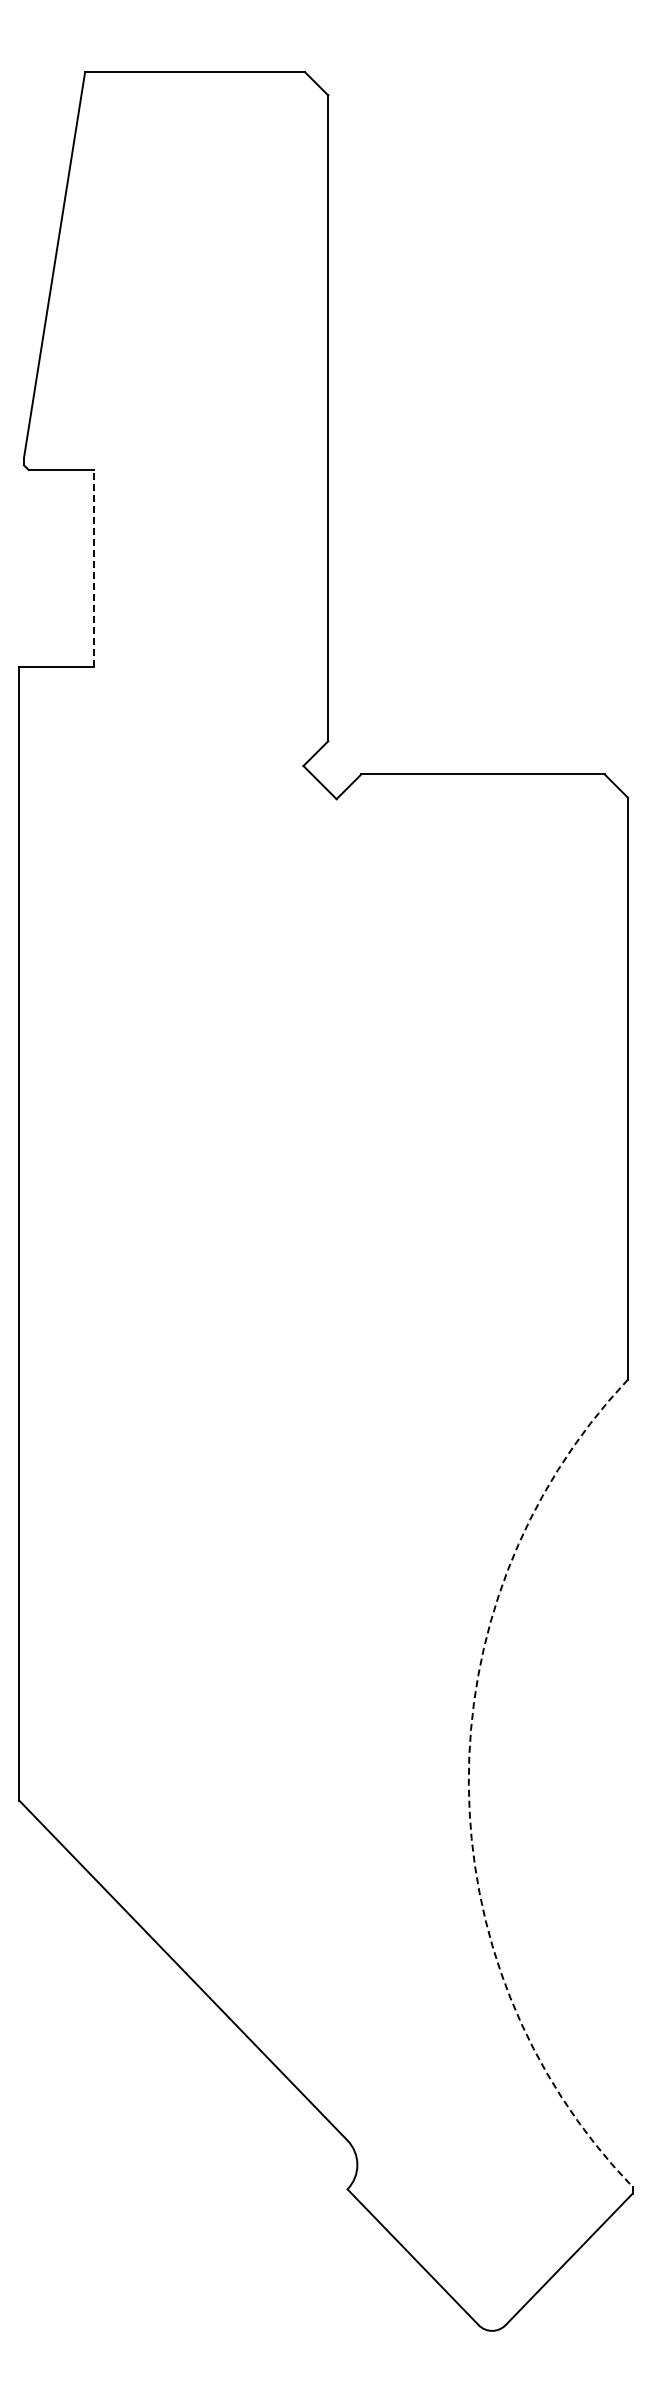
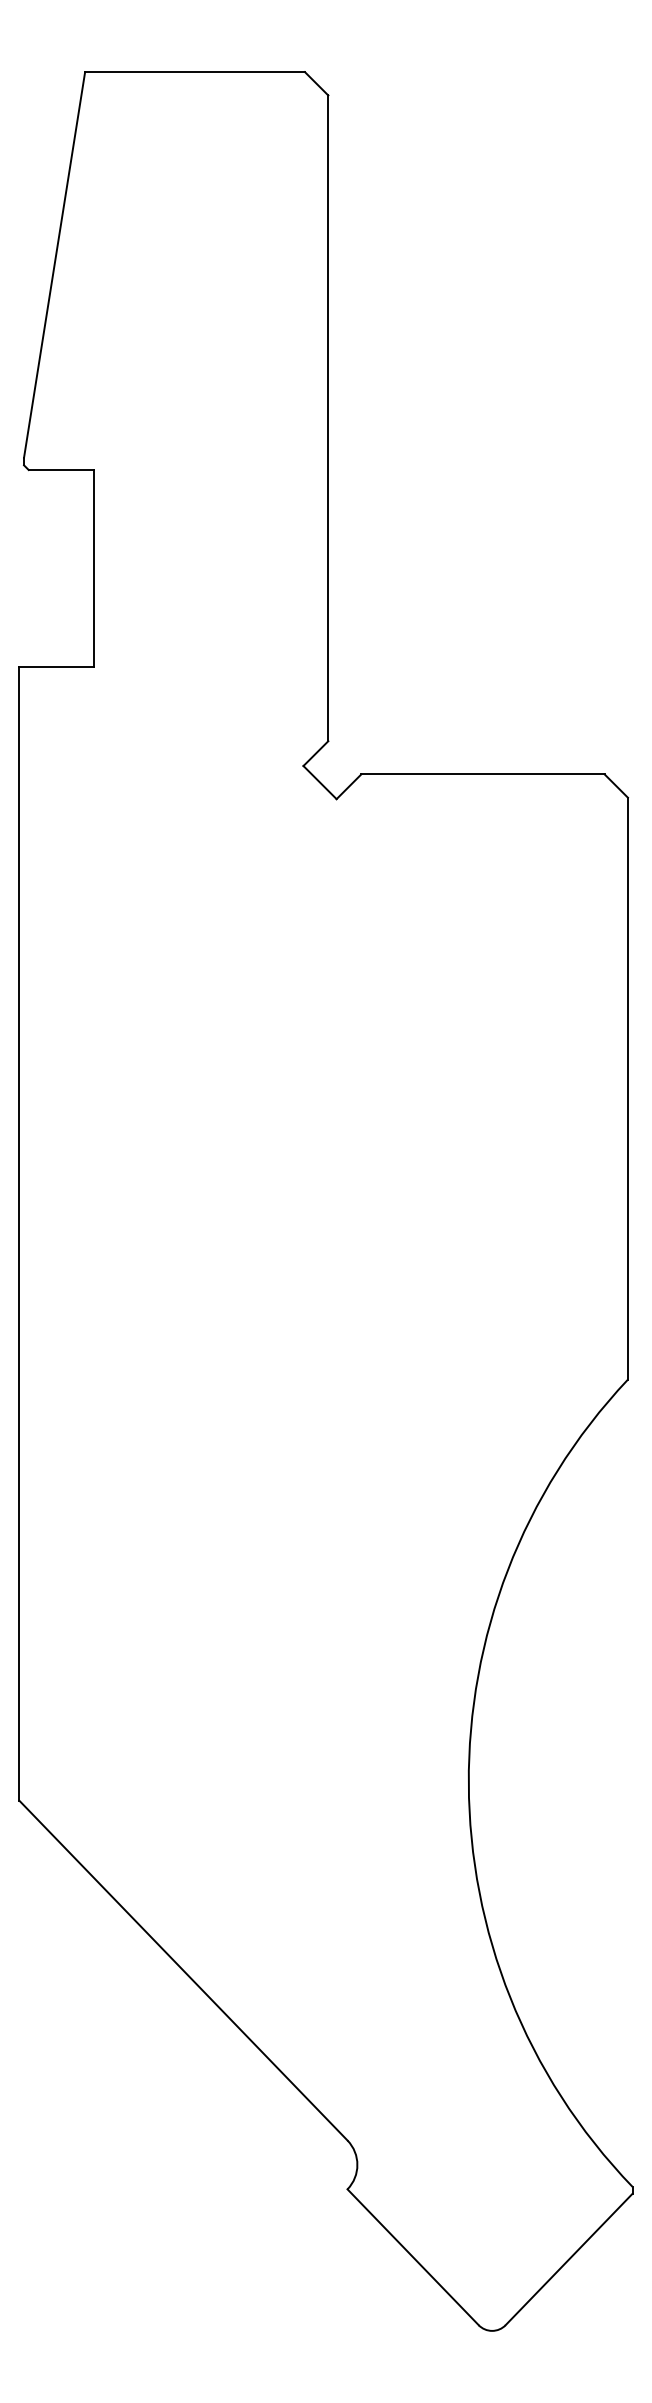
line at (94, 567): dashed -> solid
arc at (468, 1784): dashed -> solid
